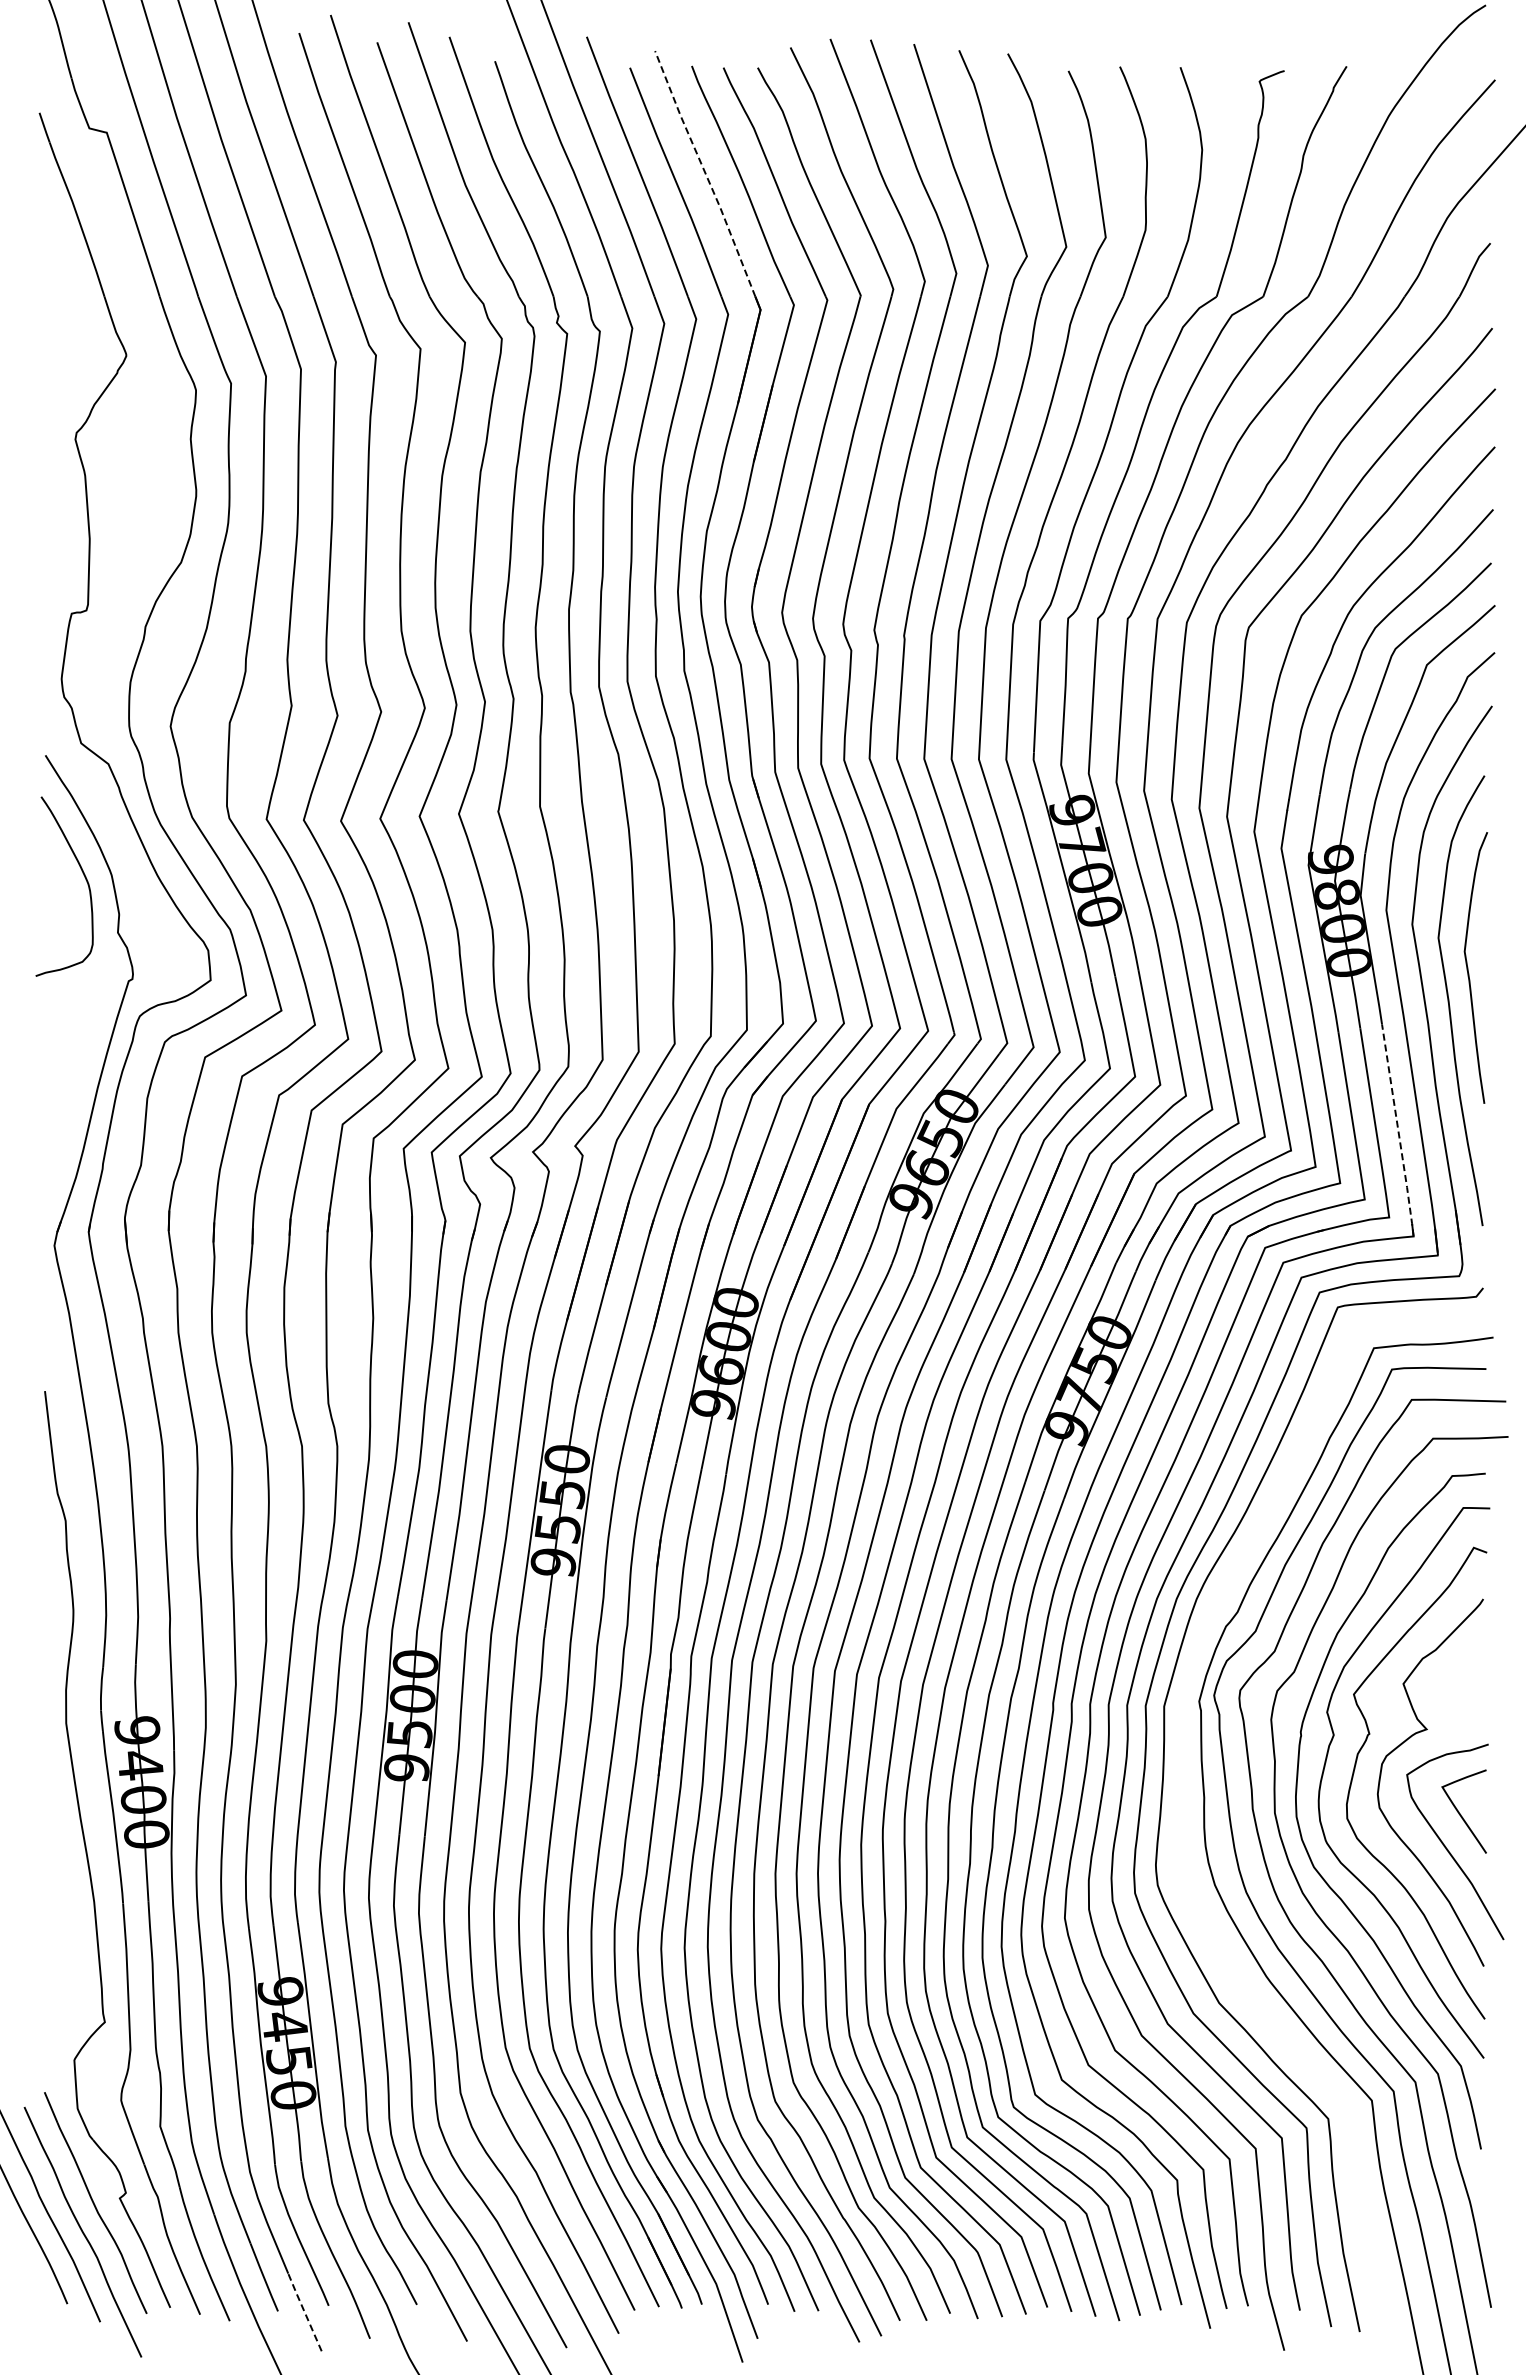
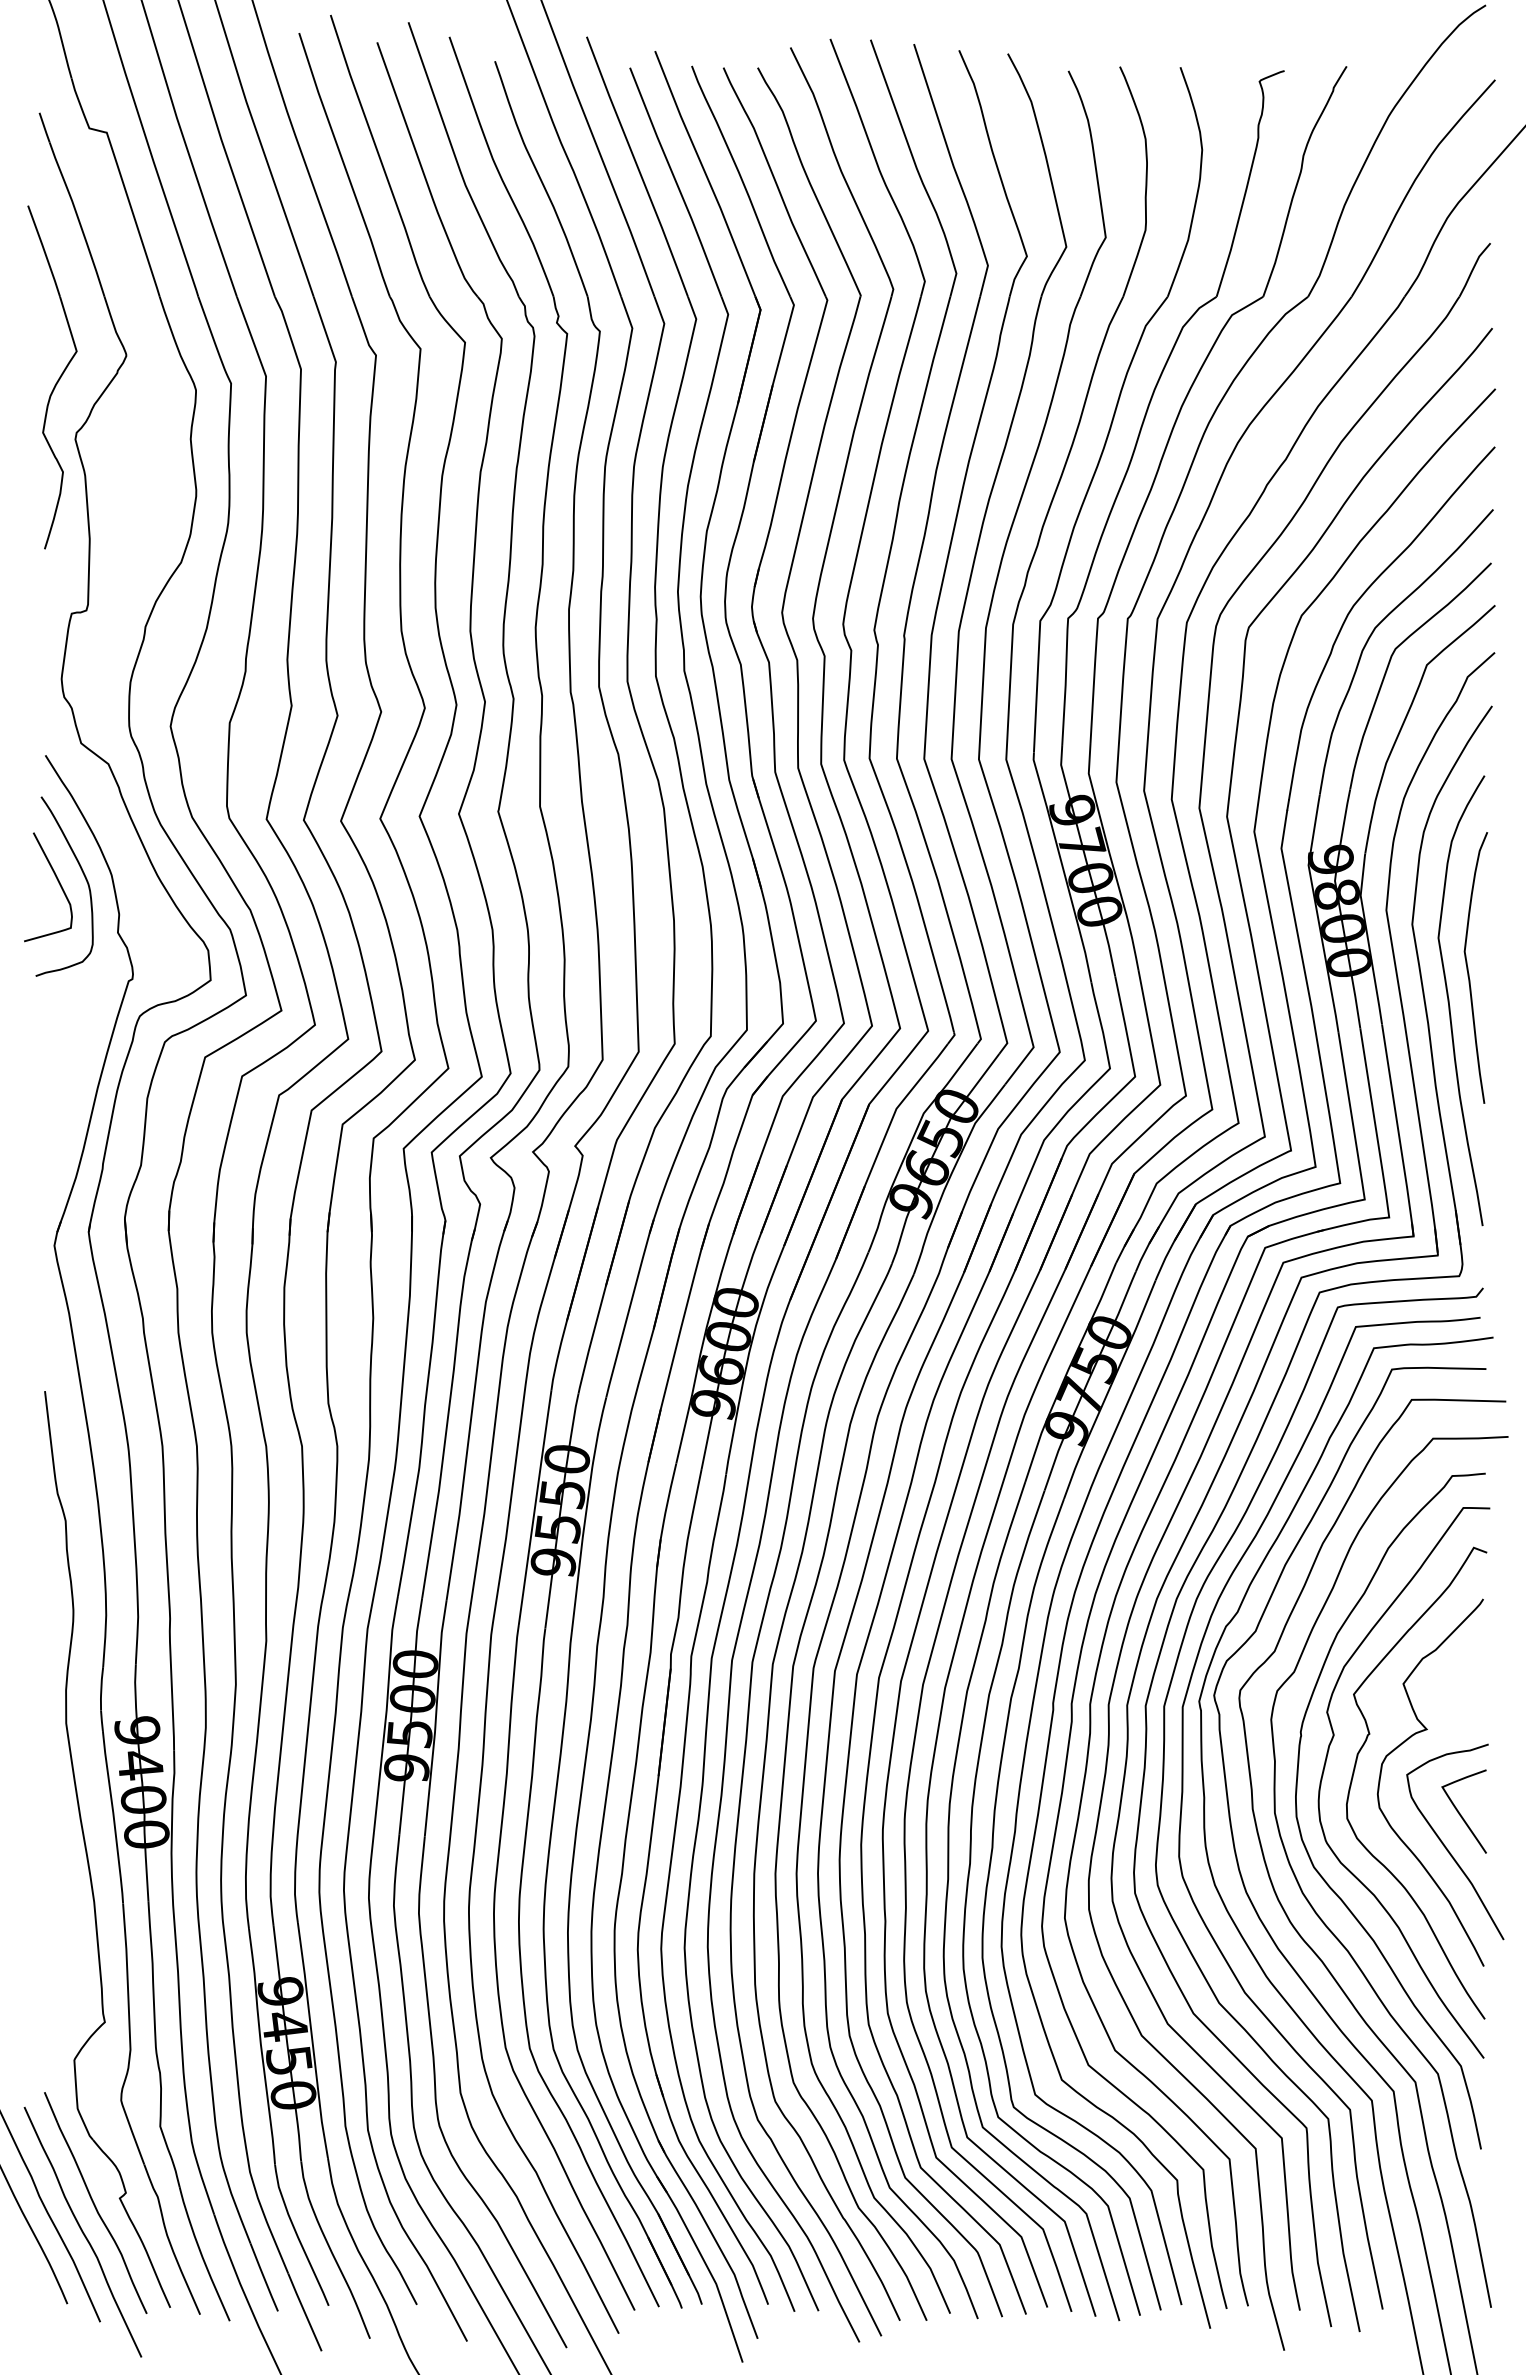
line at (705, 173): dashed -> solid
part at (52, 377): none -> present
curve at (58, 883): none -> present
line at (1398, 1132): dashed -> solid
curve at (1182, 1809): none -> present
line at (304, 2311): dashed -> solid
